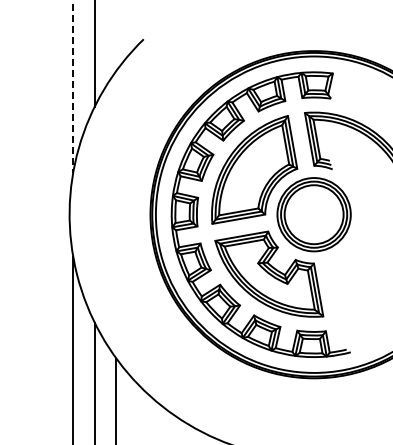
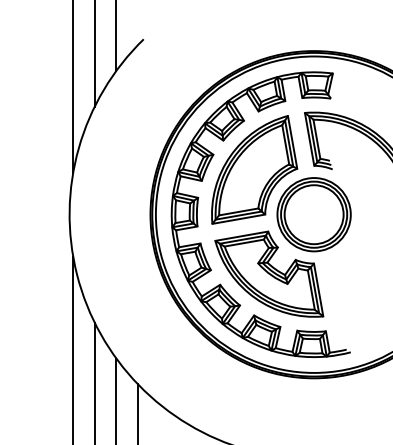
line at (116, 36): none -> present
line at (73, 87): dashed -> solid
line at (137, 412): none -> present
